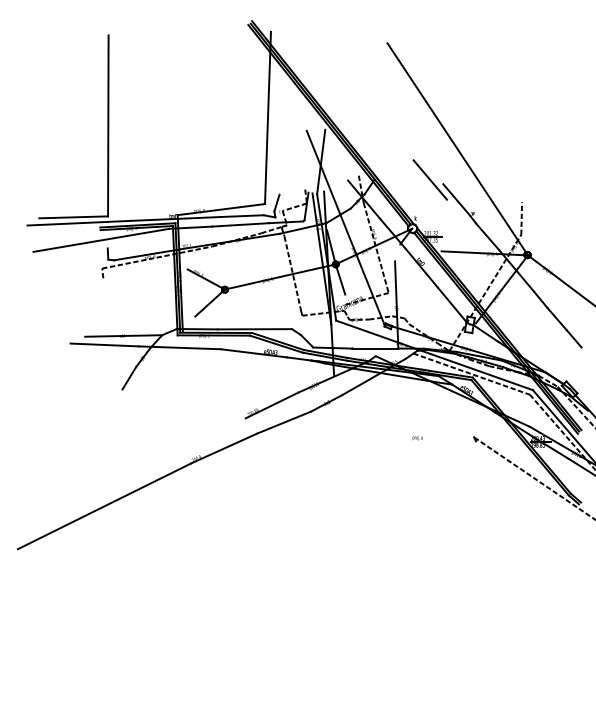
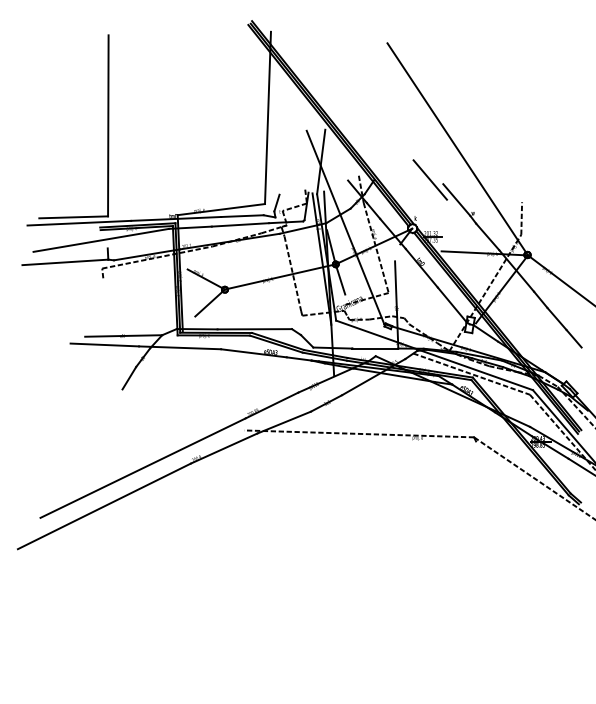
line at (65, 262): none -> present
line at (359, 433): none -> present
line at (142, 467): none -> present
